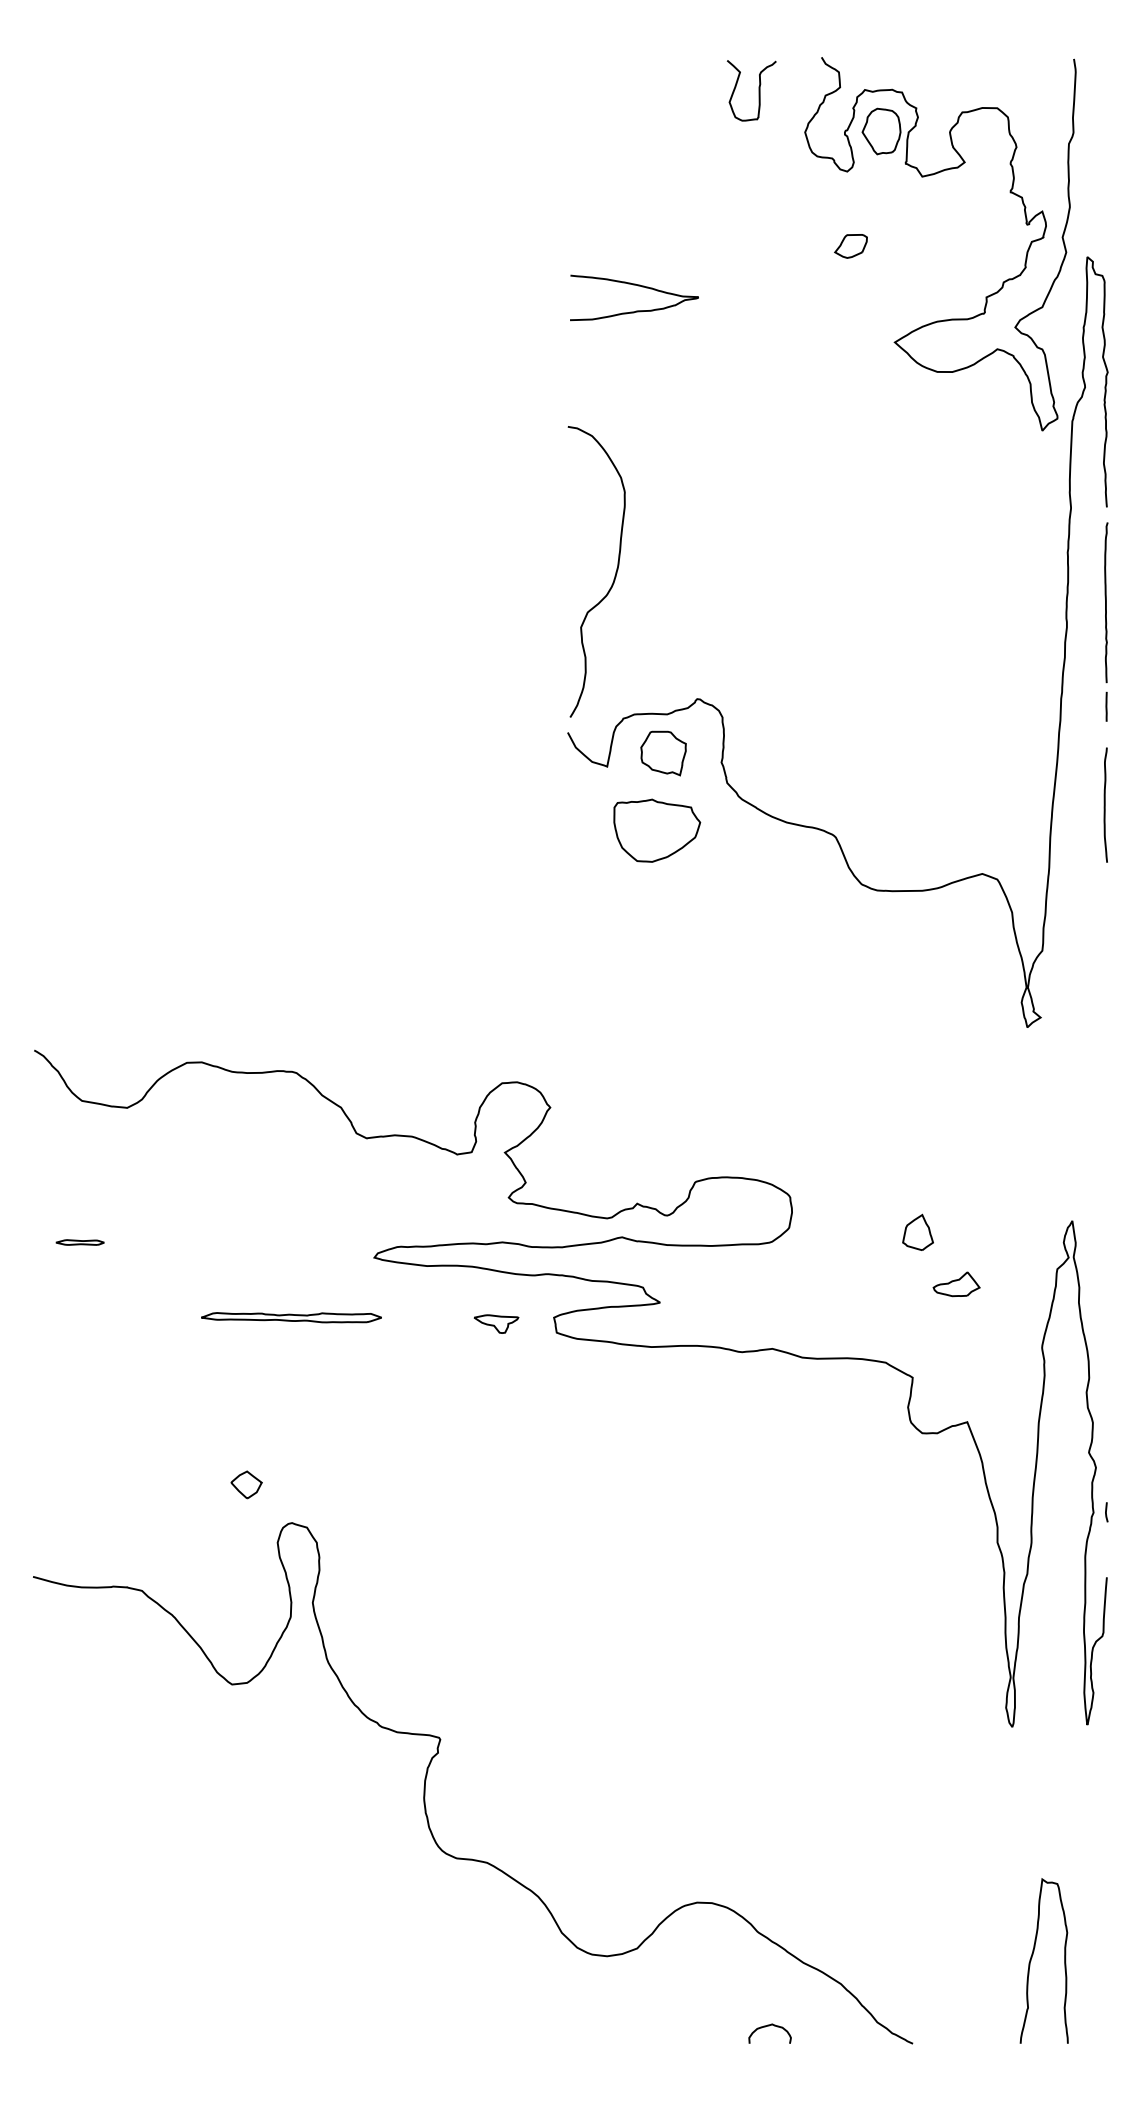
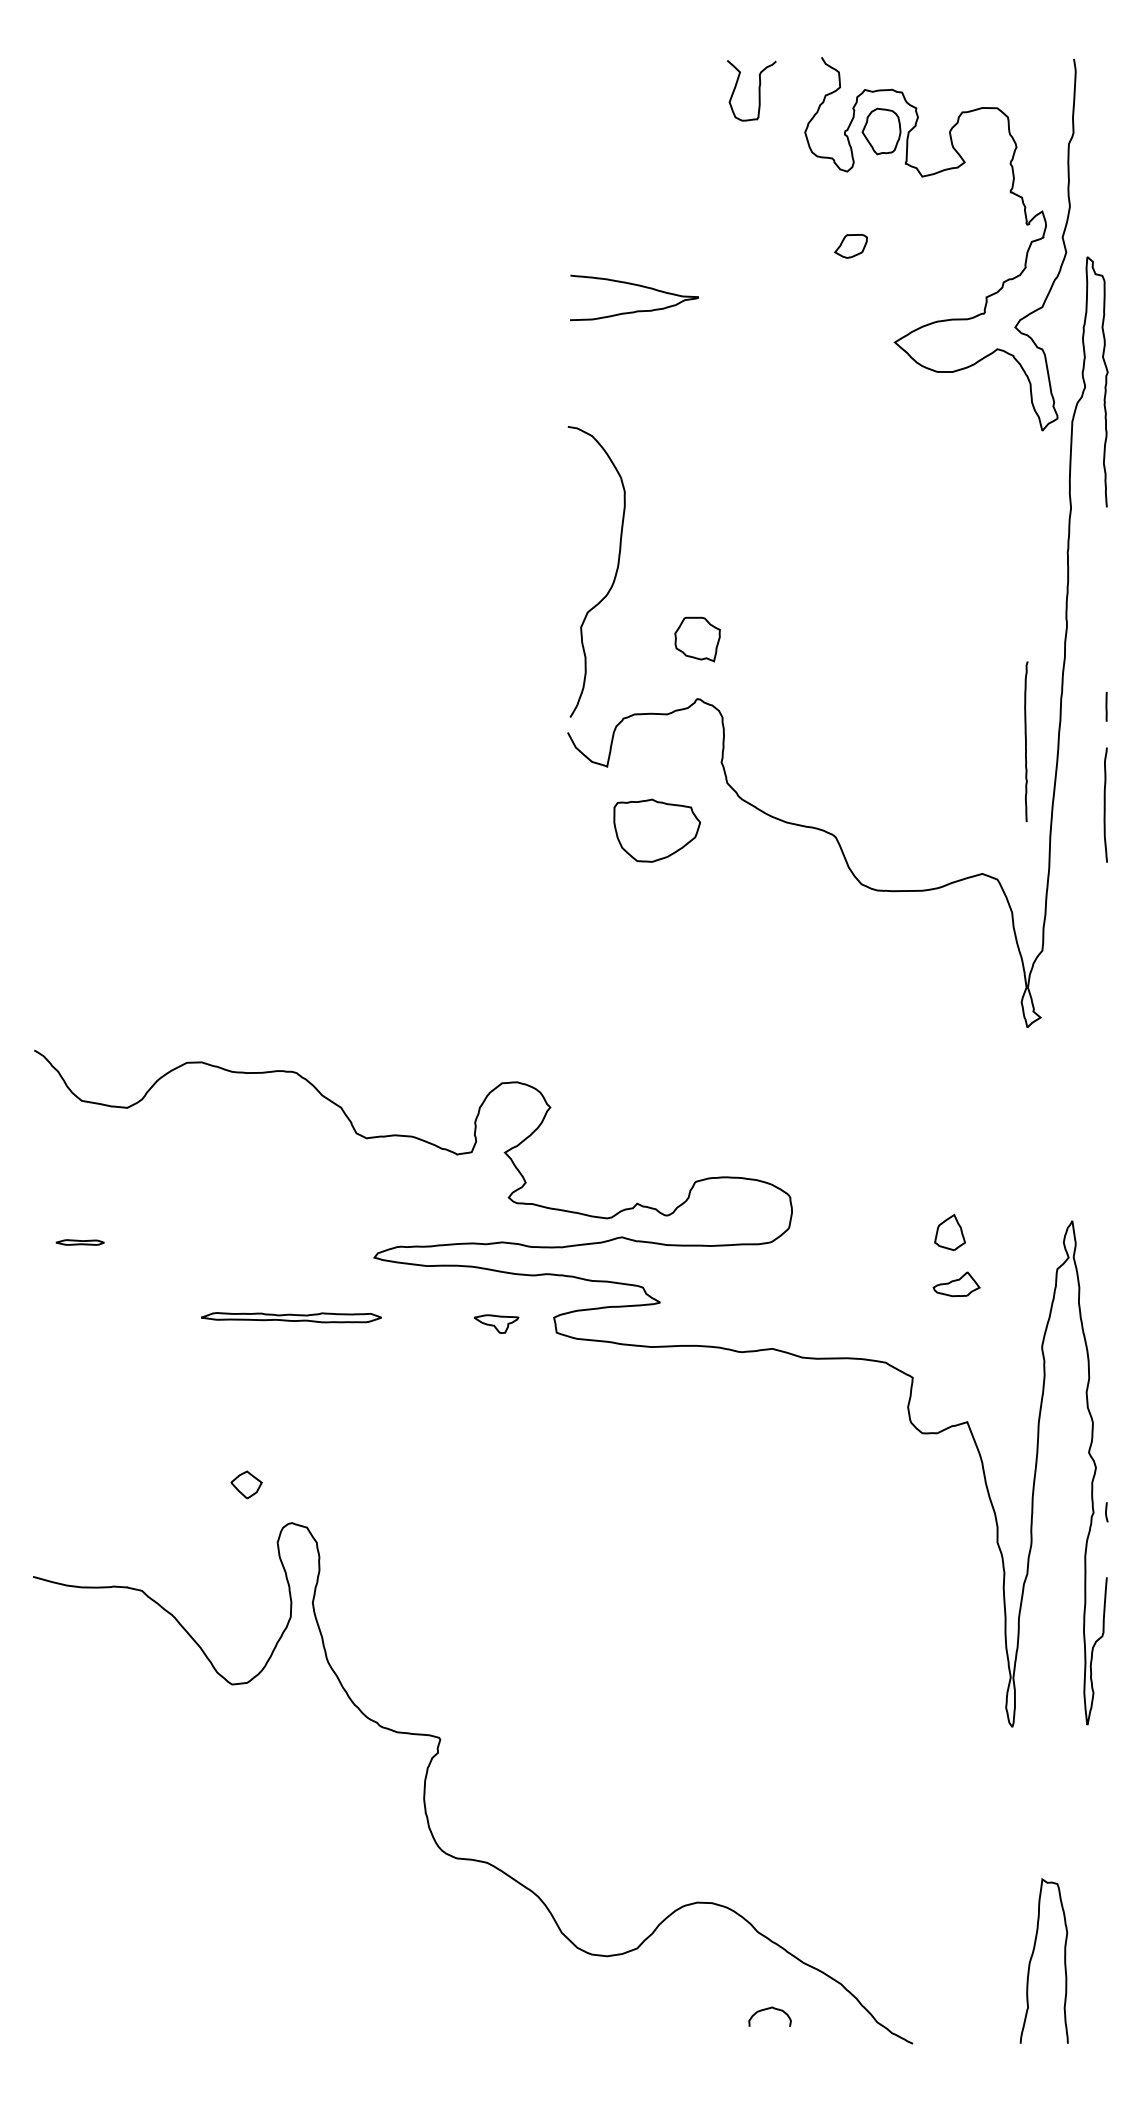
curve at (1106, 602) position: (1106, 602) -> (1026, 741)
part at (663, 753) position: (663, 753) -> (697, 639)
part at (917, 1231) position: (917, 1231) -> (949, 1231)
curve at (769, 2026) position: (769, 2026) -> (769, 2009)
